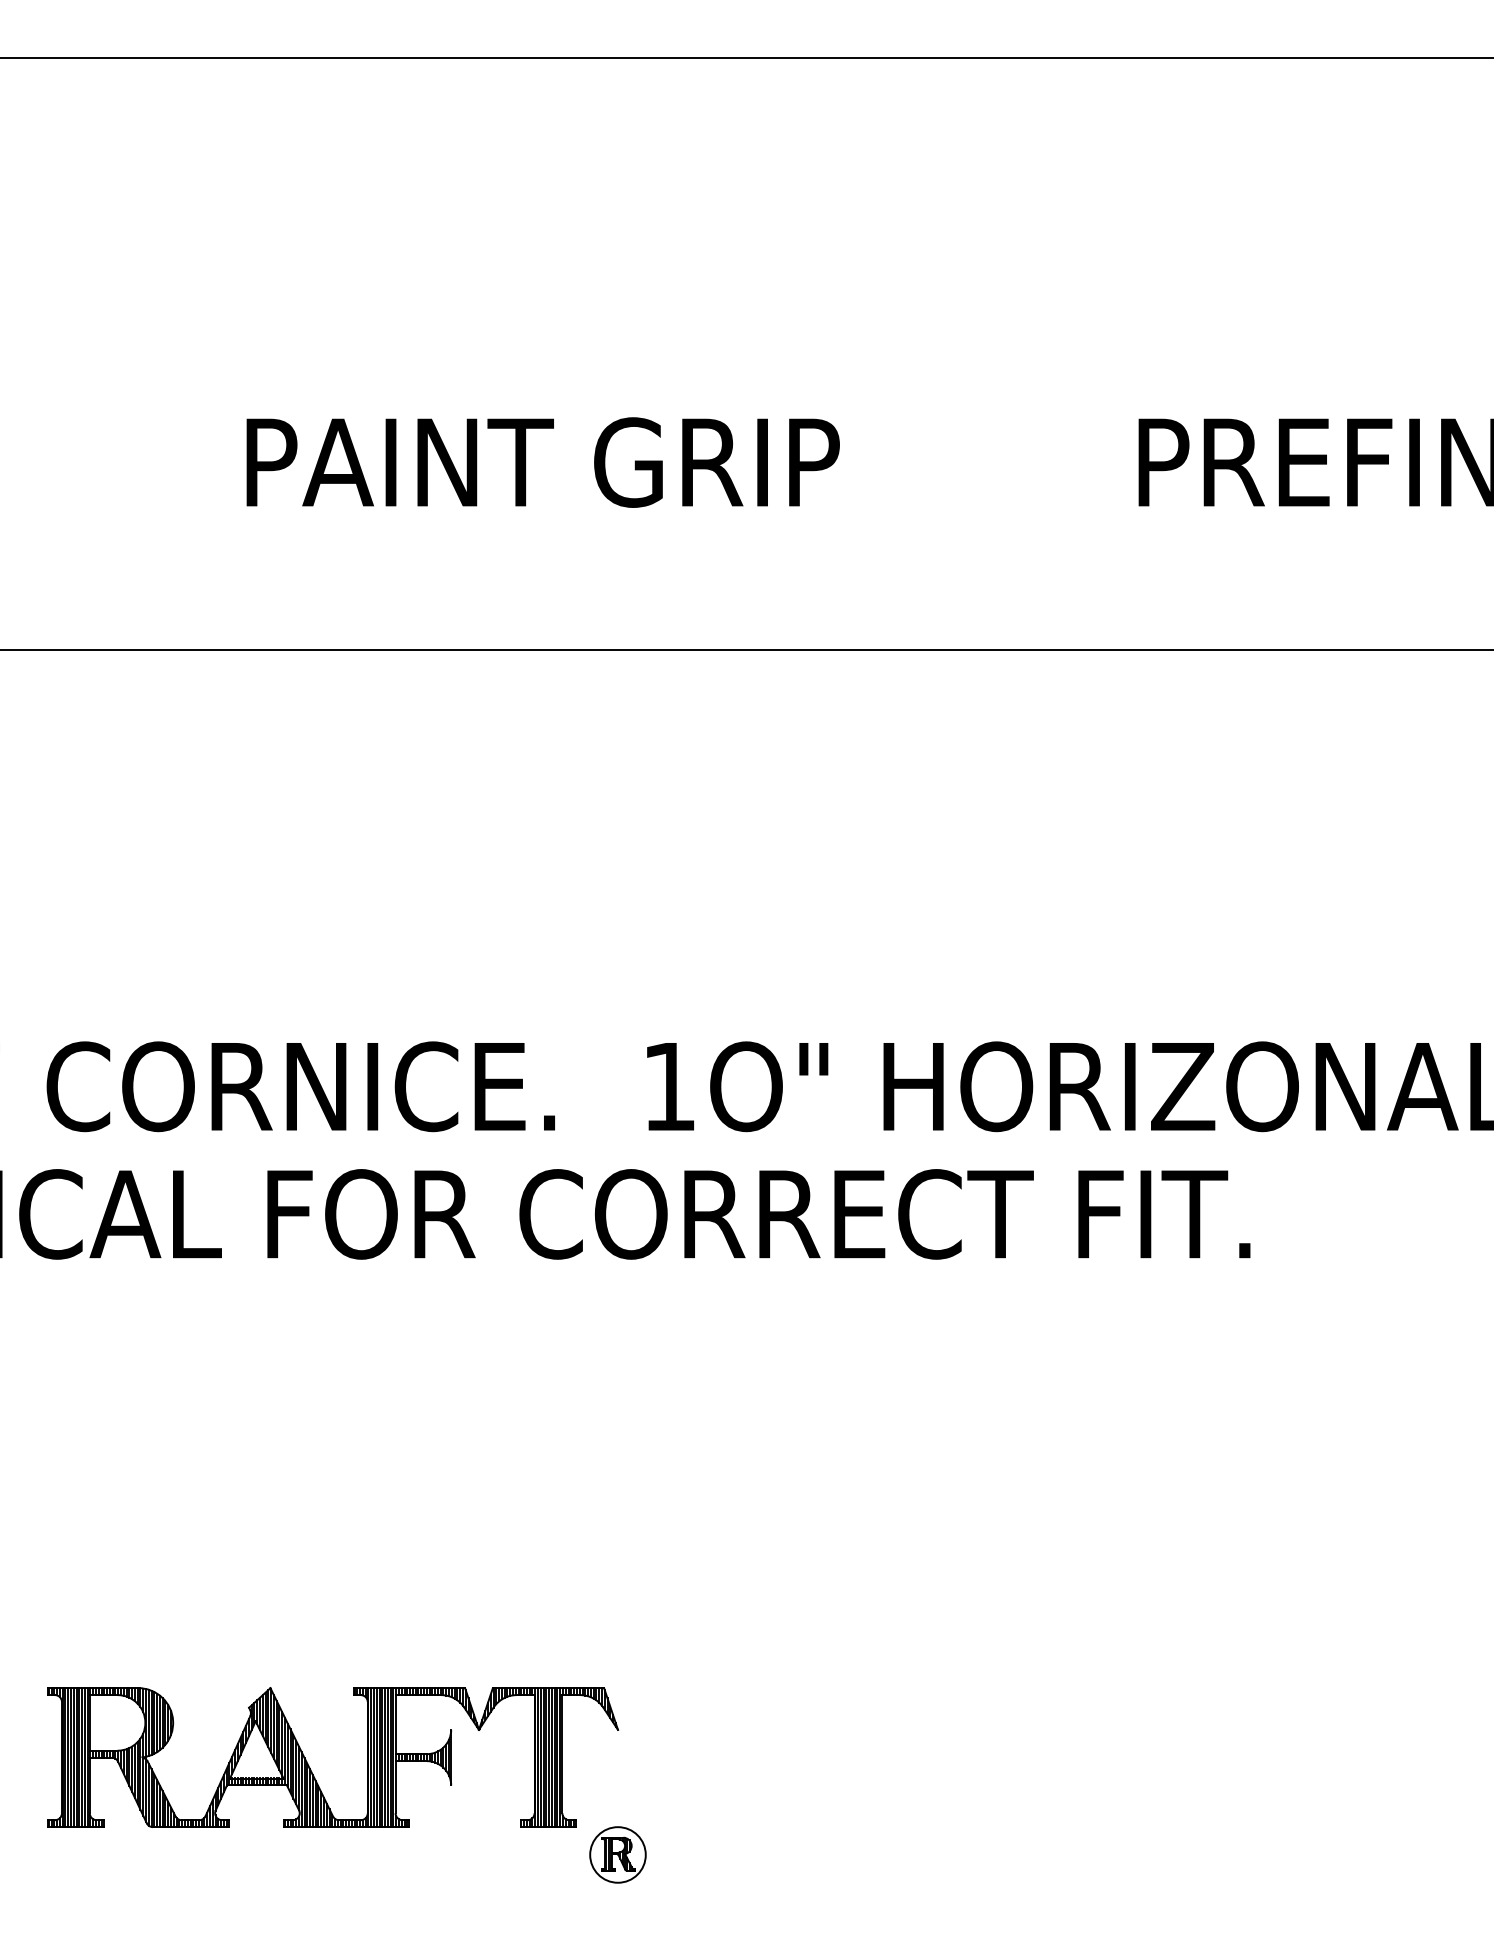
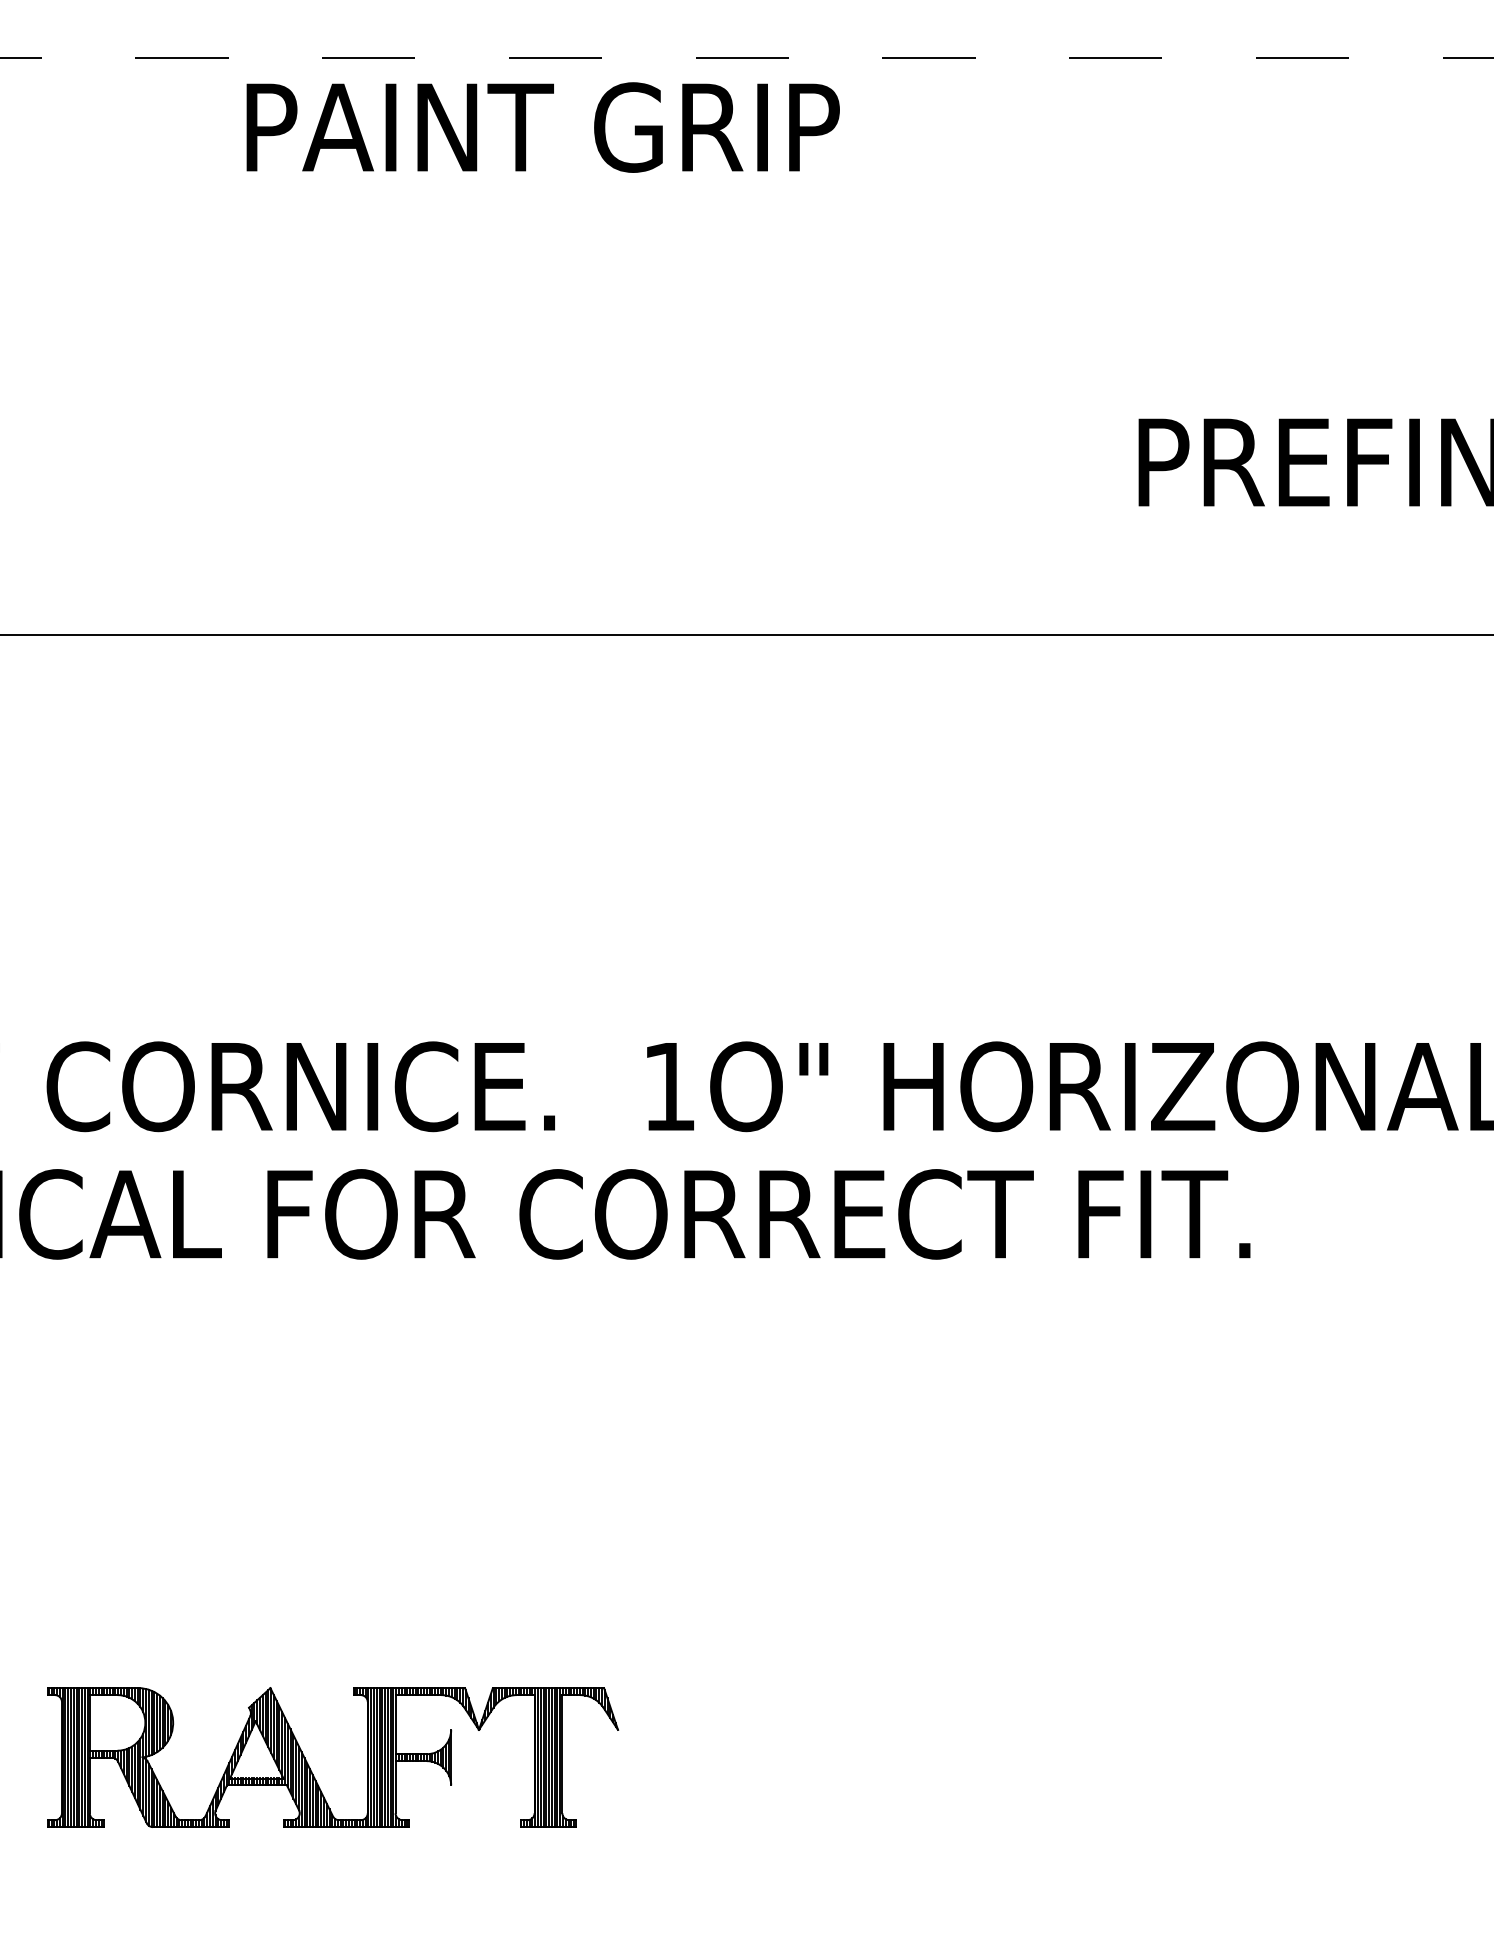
line at (747, 58): solid -> dashed
text at (542, 462) position: (542, 462) -> (542, 127)
line at (746, 649) position: (746, 649) -> (746, 634)
part at (617, 1854): present -> none
